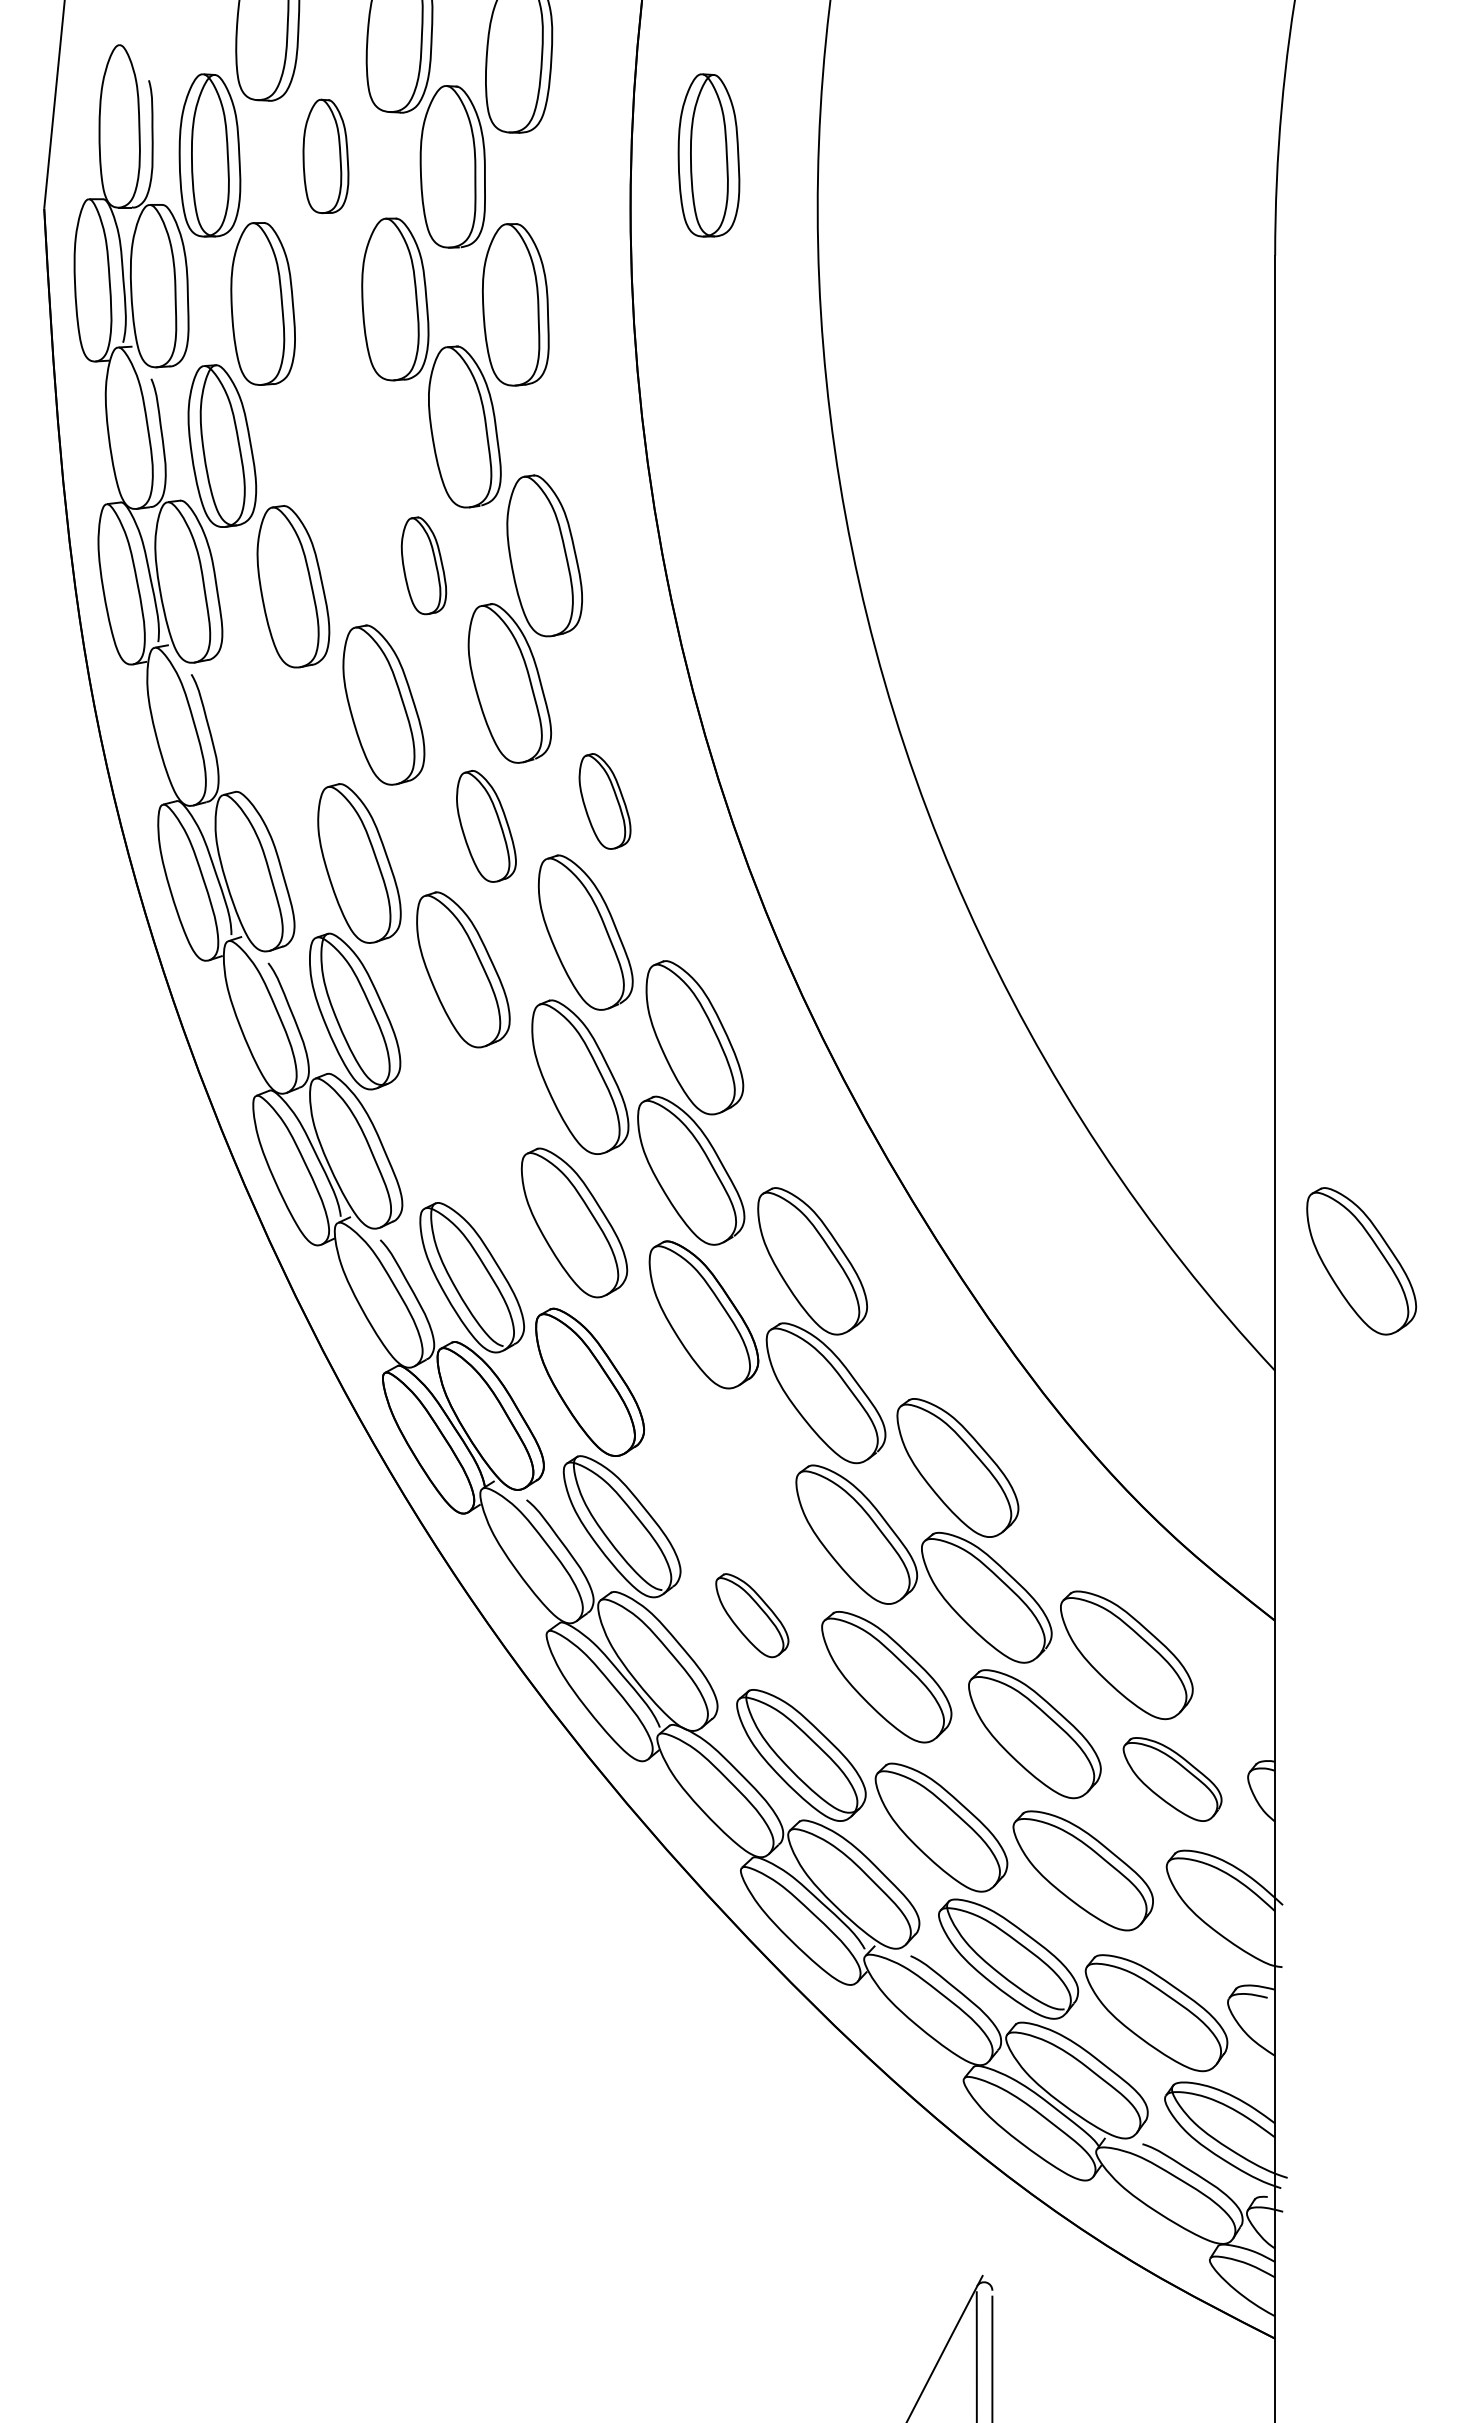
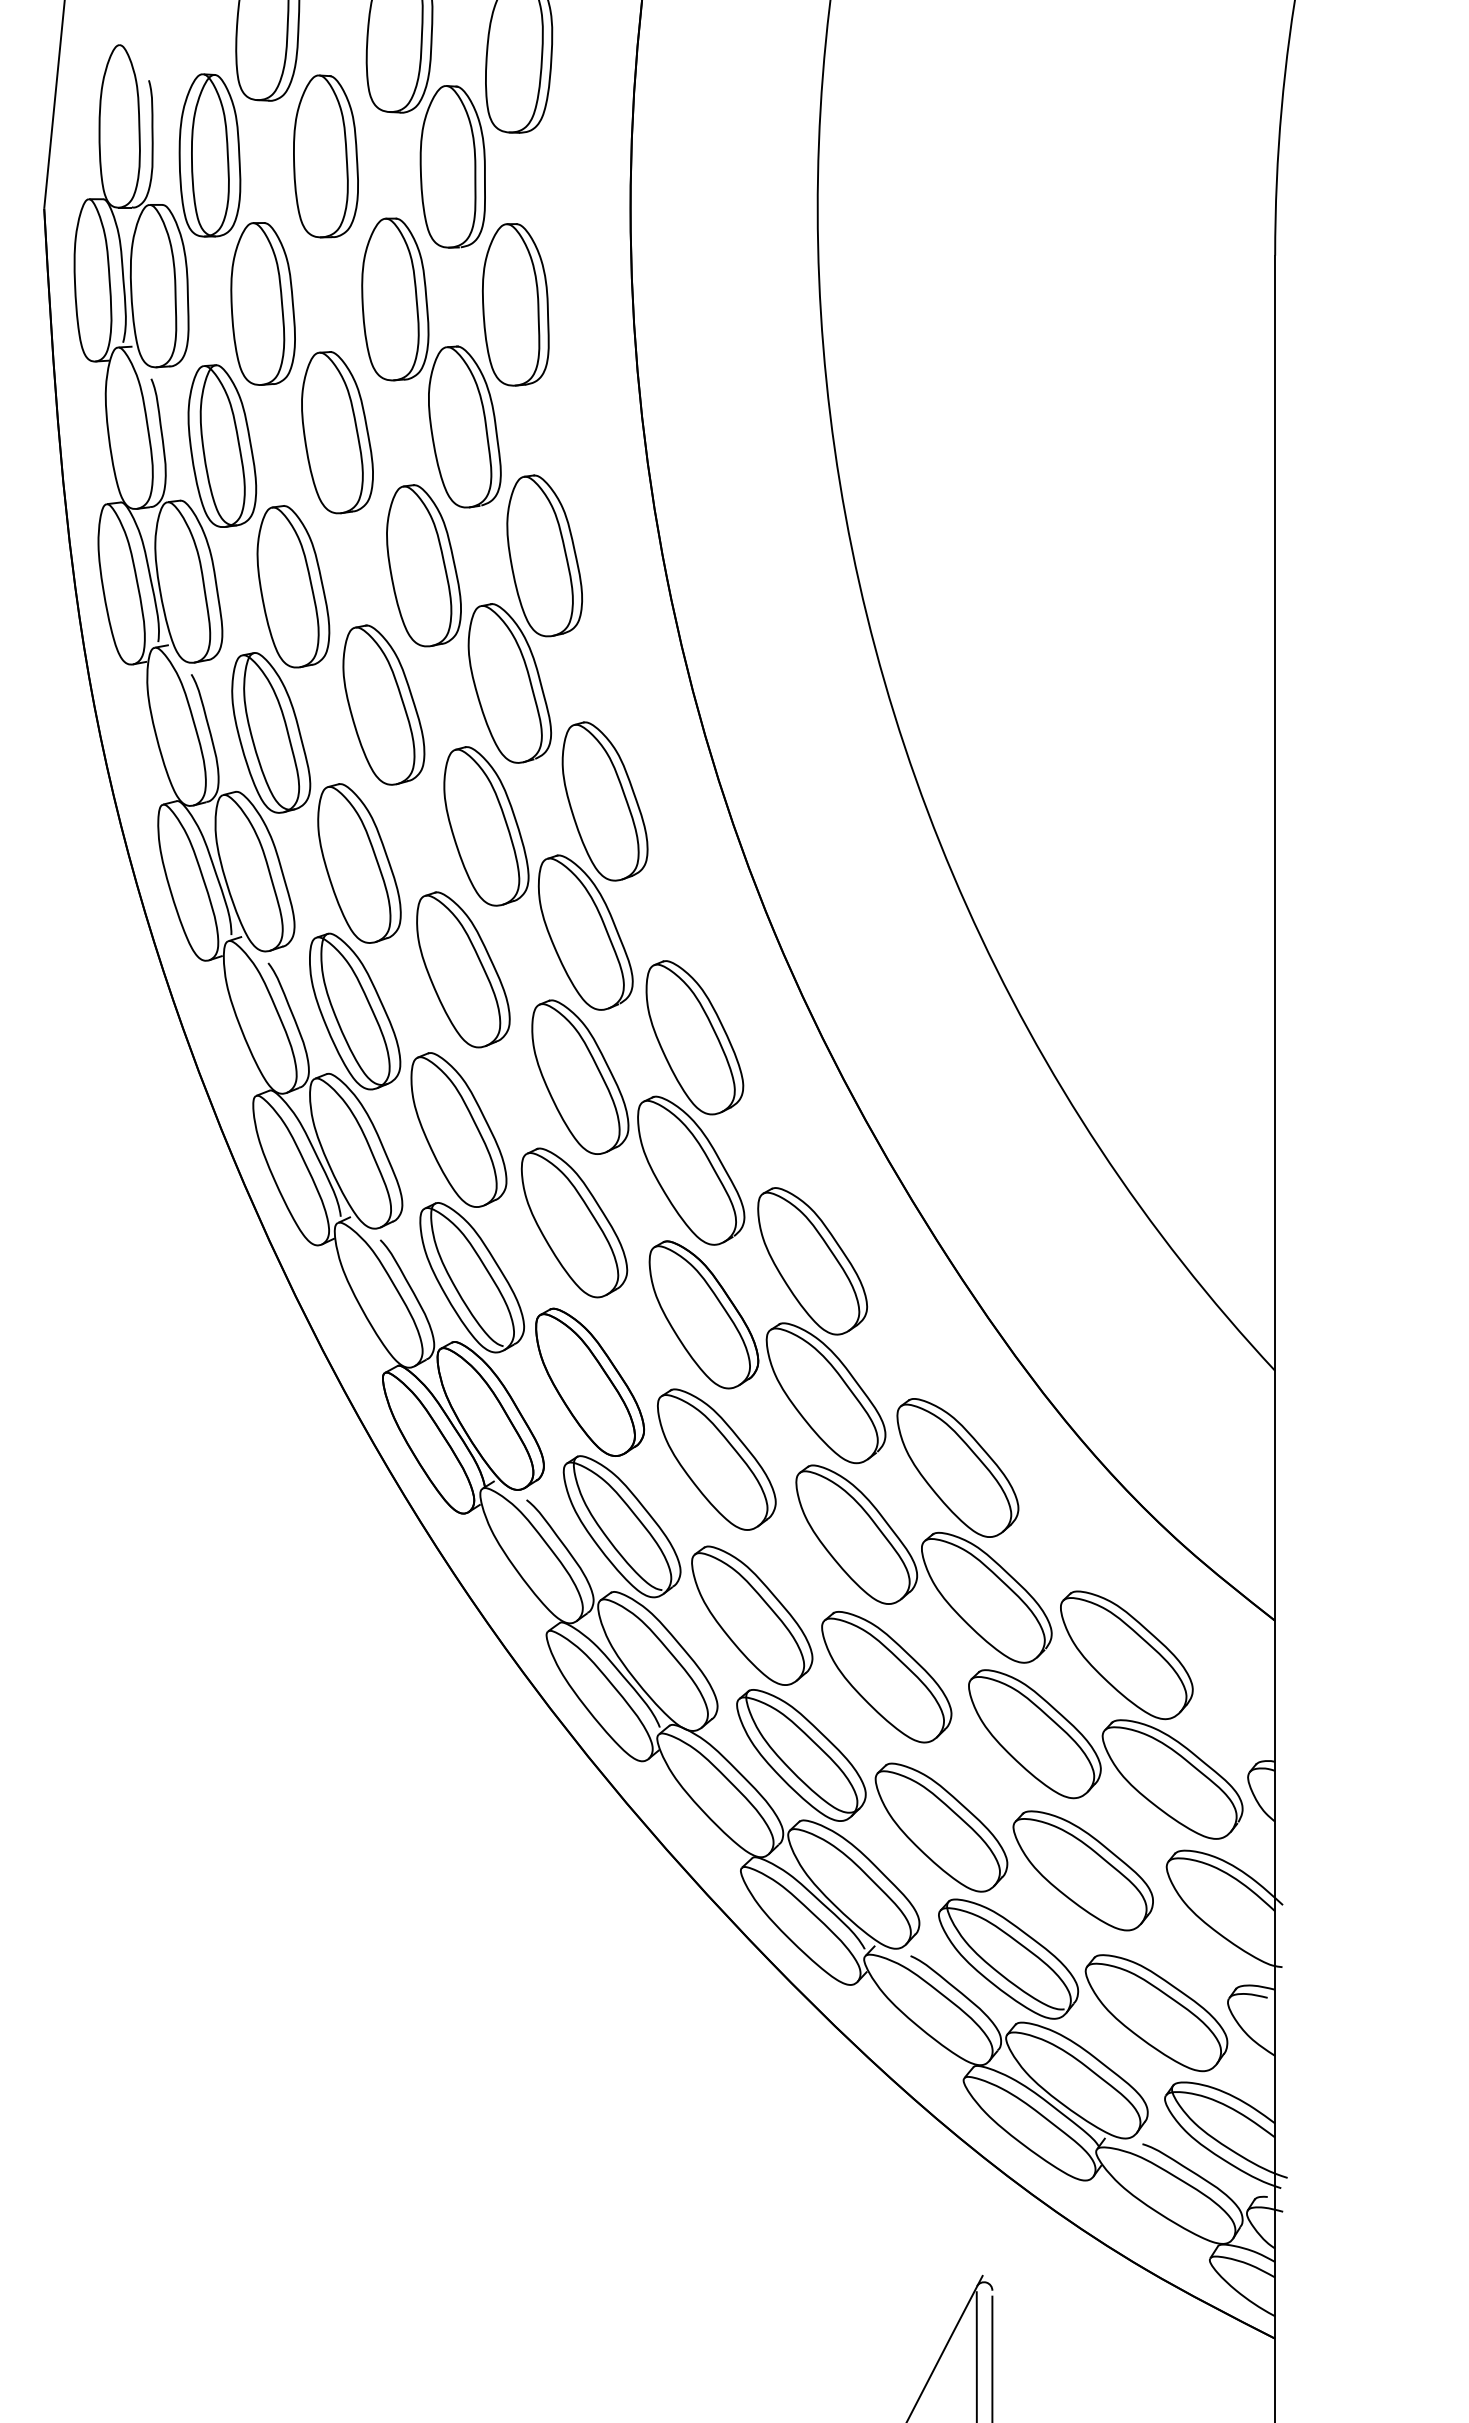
part at (708, 155): present -> none
part at (325, 156) size: 48x117 px -> 66x165 px
part at (337, 432): none -> present
part at (423, 565) size: 48x100 px -> 76x164 px
part at (271, 732): none -> present
part at (604, 801) size: 54x97 px -> 88x161 px
part at (486, 825) size: 61x114 px -> 87x161 px
part at (458, 1129): none -> present
part at (1361, 1261): present -> none
part at (716, 1459): none -> present
part at (752, 1615) size: 75x86 px -> 123x141 px
part at (1172, 1779) size: 101x85 px -> 143x121 px
